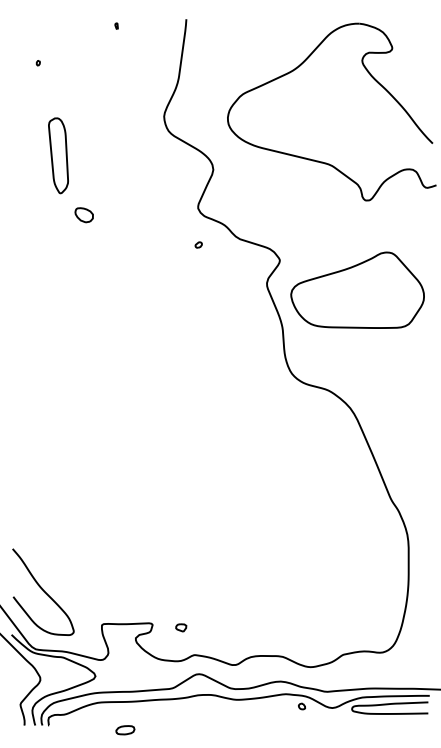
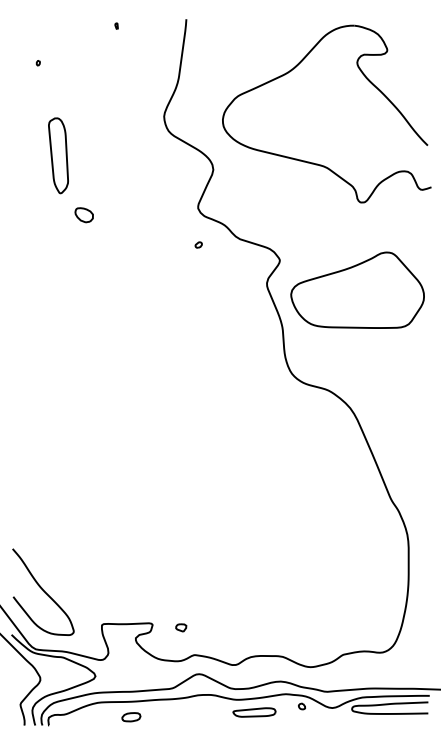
part at (318, 160) position: (318, 160) -> (313, 162)
part at (254, 712): none -> present
part at (125, 730) position: (125, 730) -> (131, 717)
